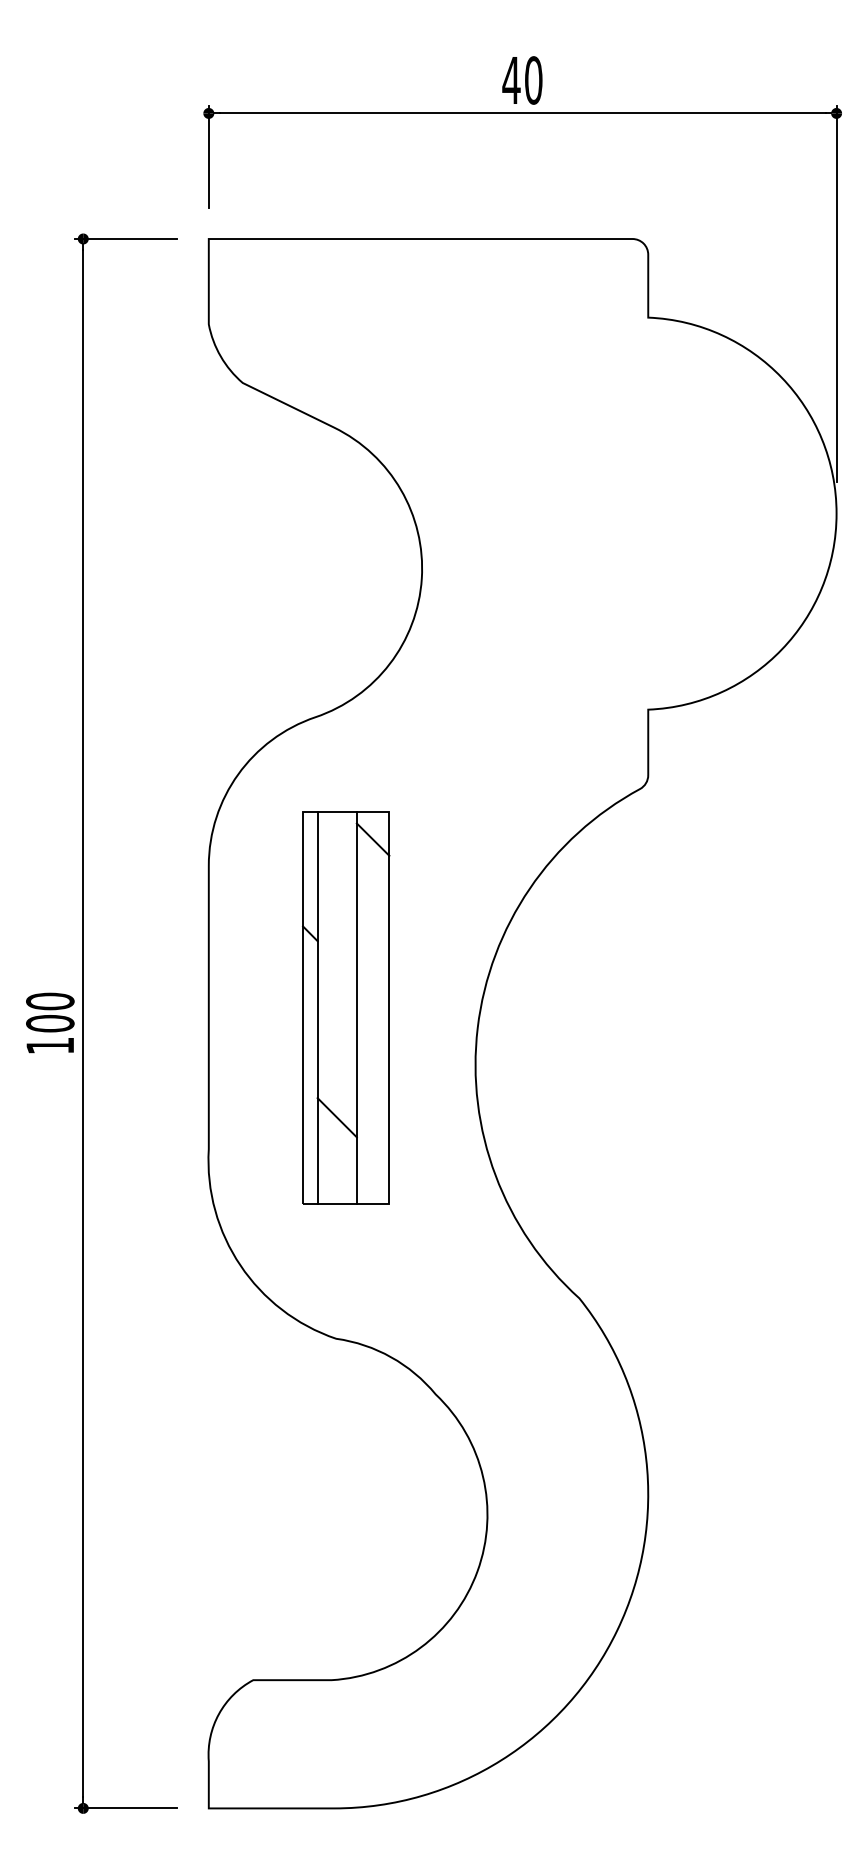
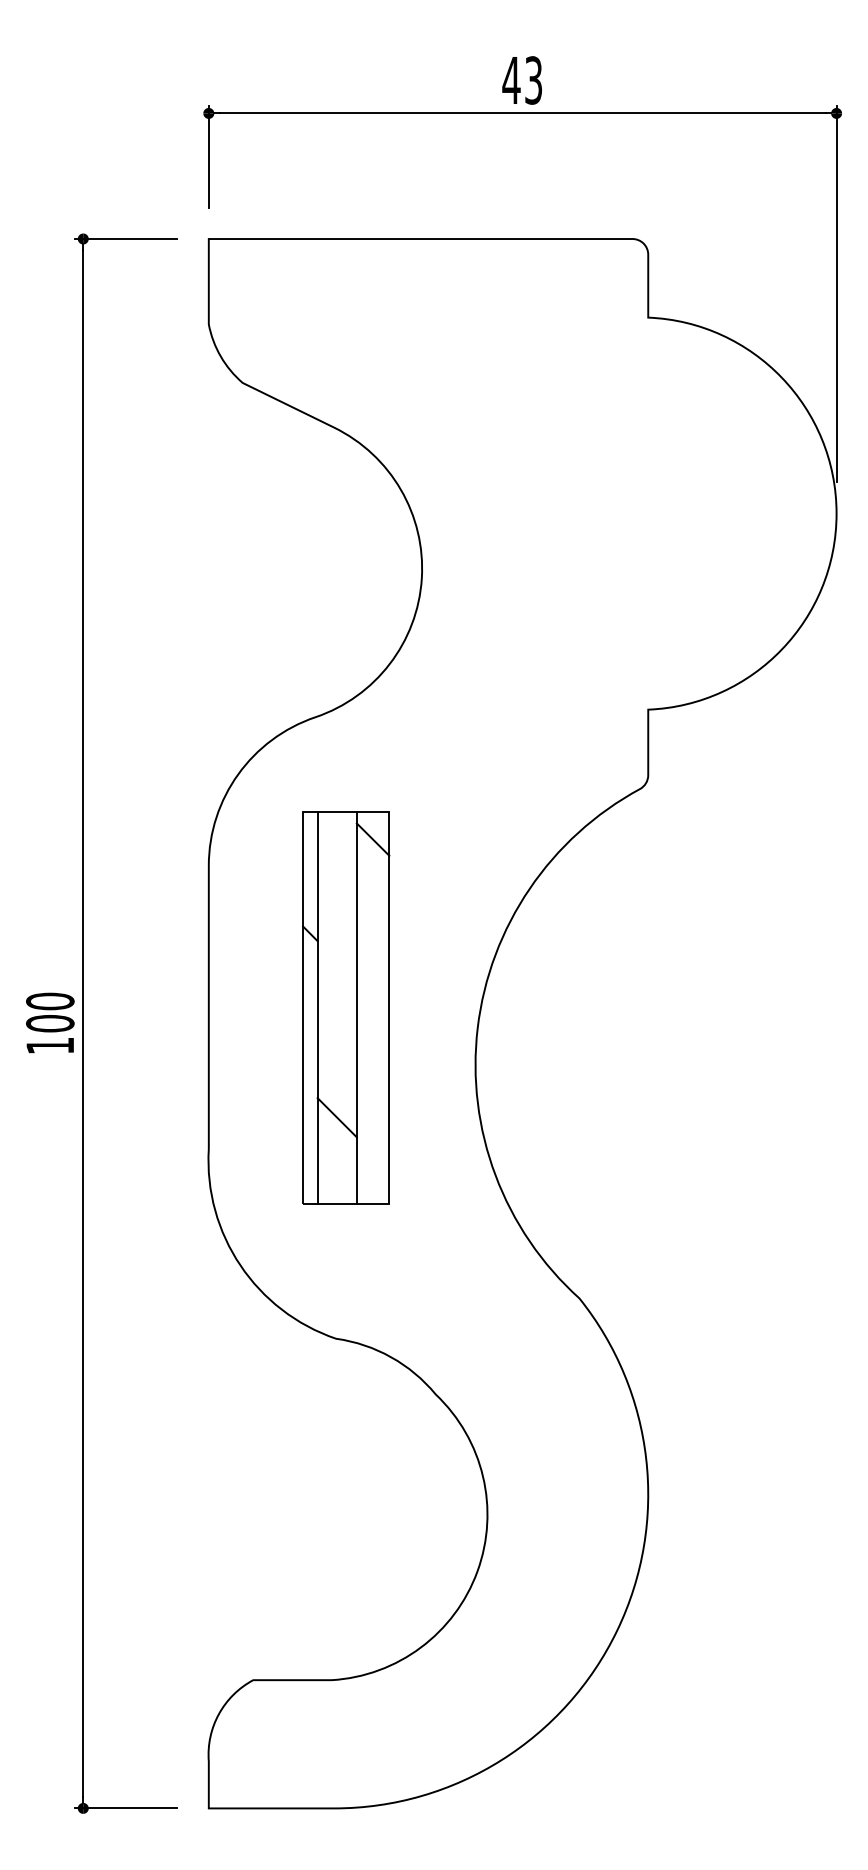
text at (533, 80): 40 -> 43
